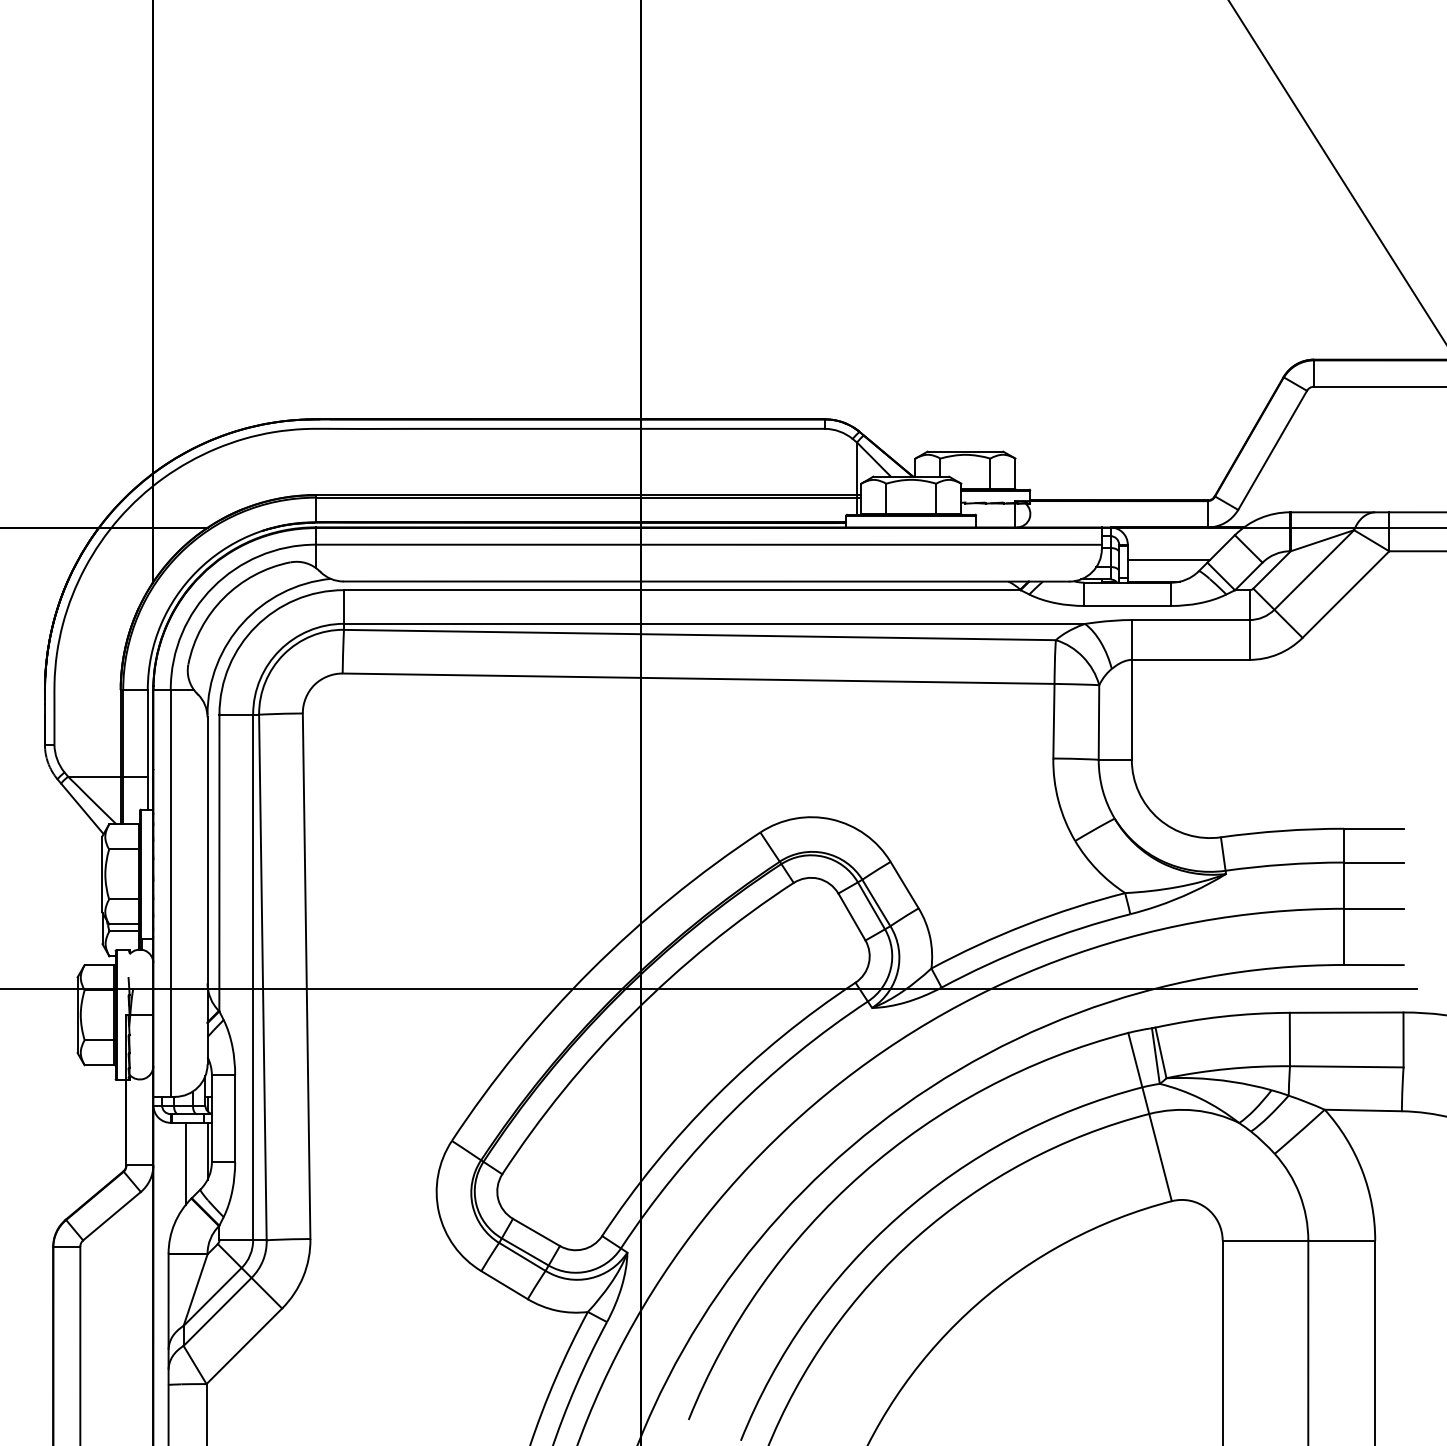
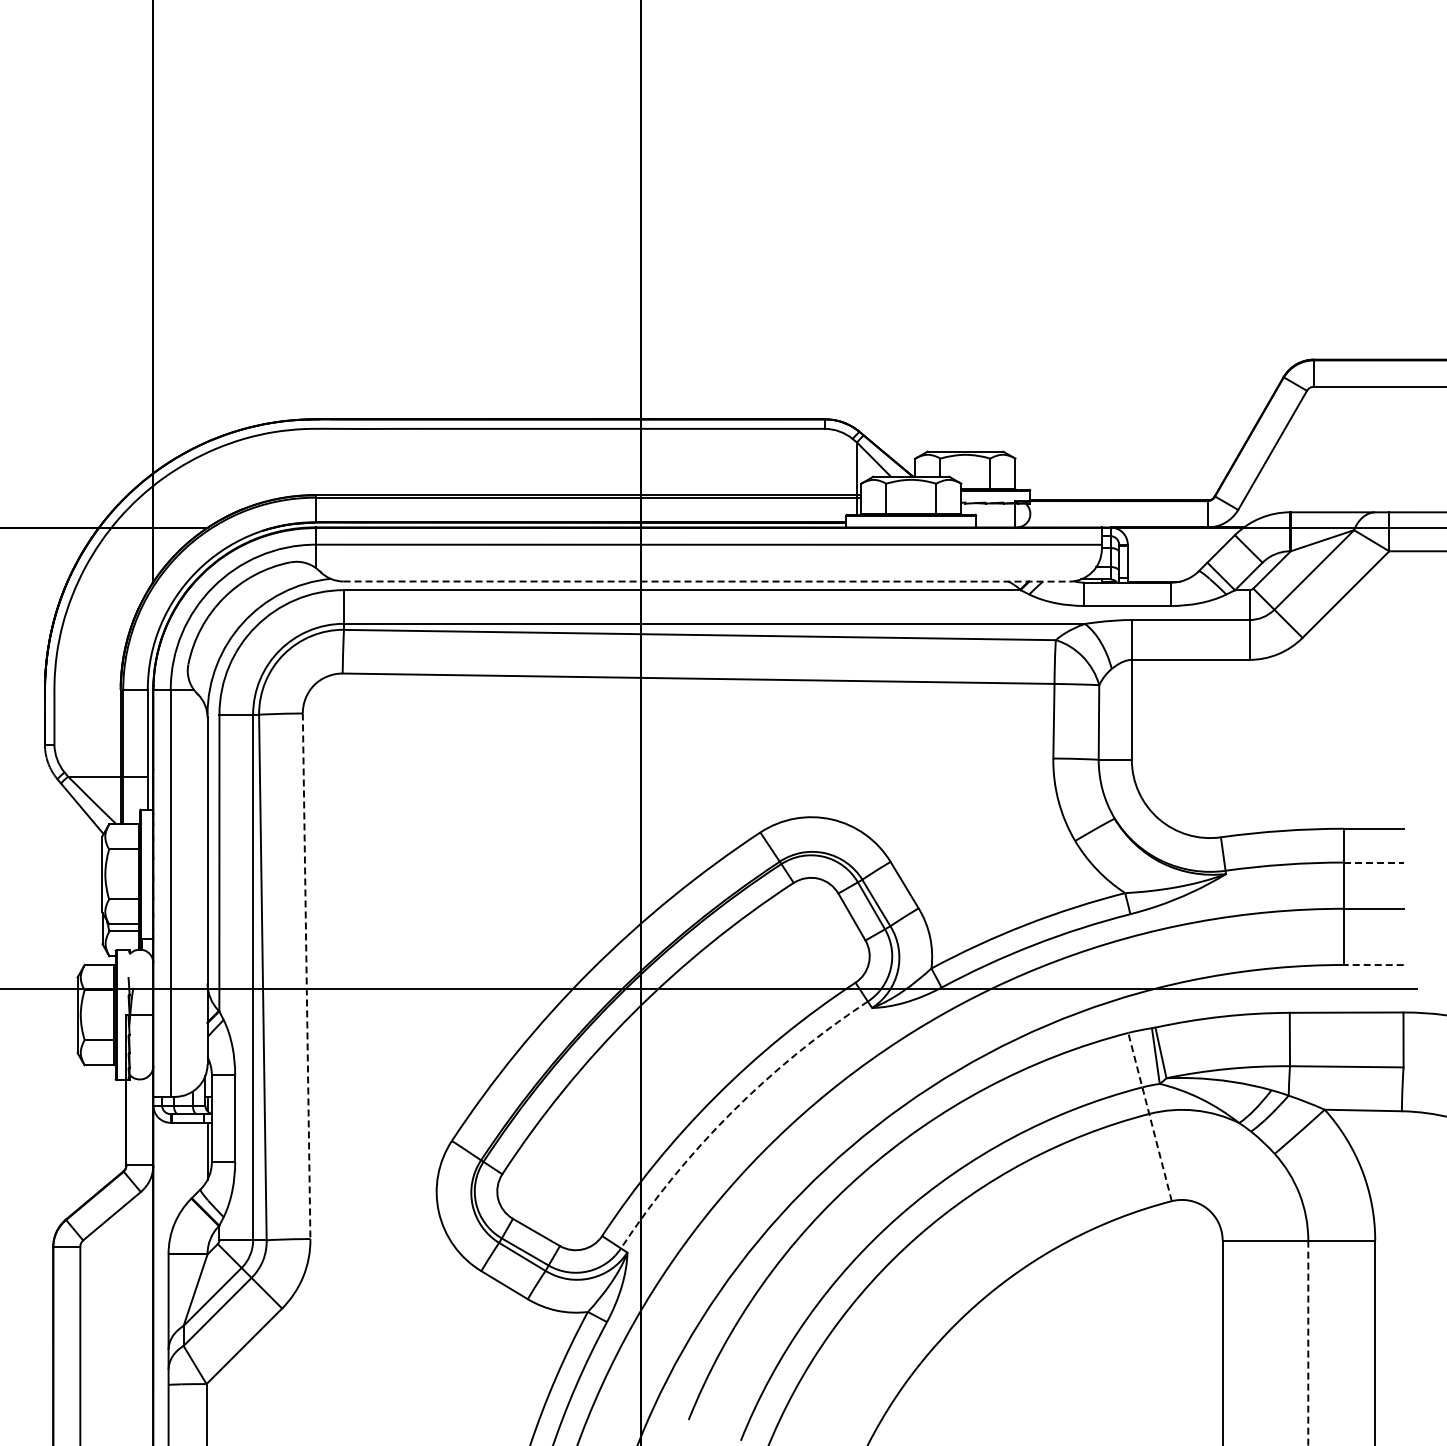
line at (1336, 171): present -> none
line at (1168, 559): present -> none
line at (706, 581): solid -> dashed
line at (1374, 862): solid -> dashed
line at (1374, 965): solid -> dashed
line at (306, 976): solid -> dashed
arc at (731, 1112): solid -> dashed
line at (1150, 1116): solid -> dashed
line at (185, 1163): present -> none
line at (1308, 1343): solid -> dashed
